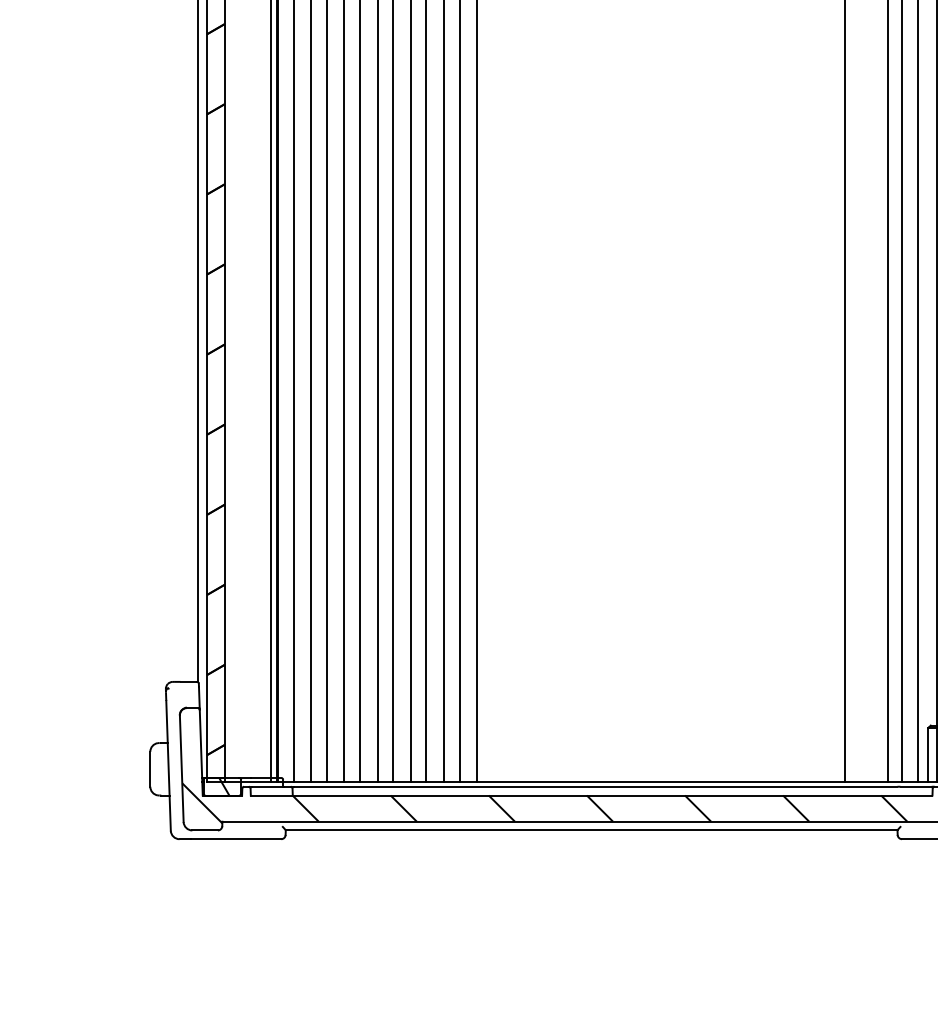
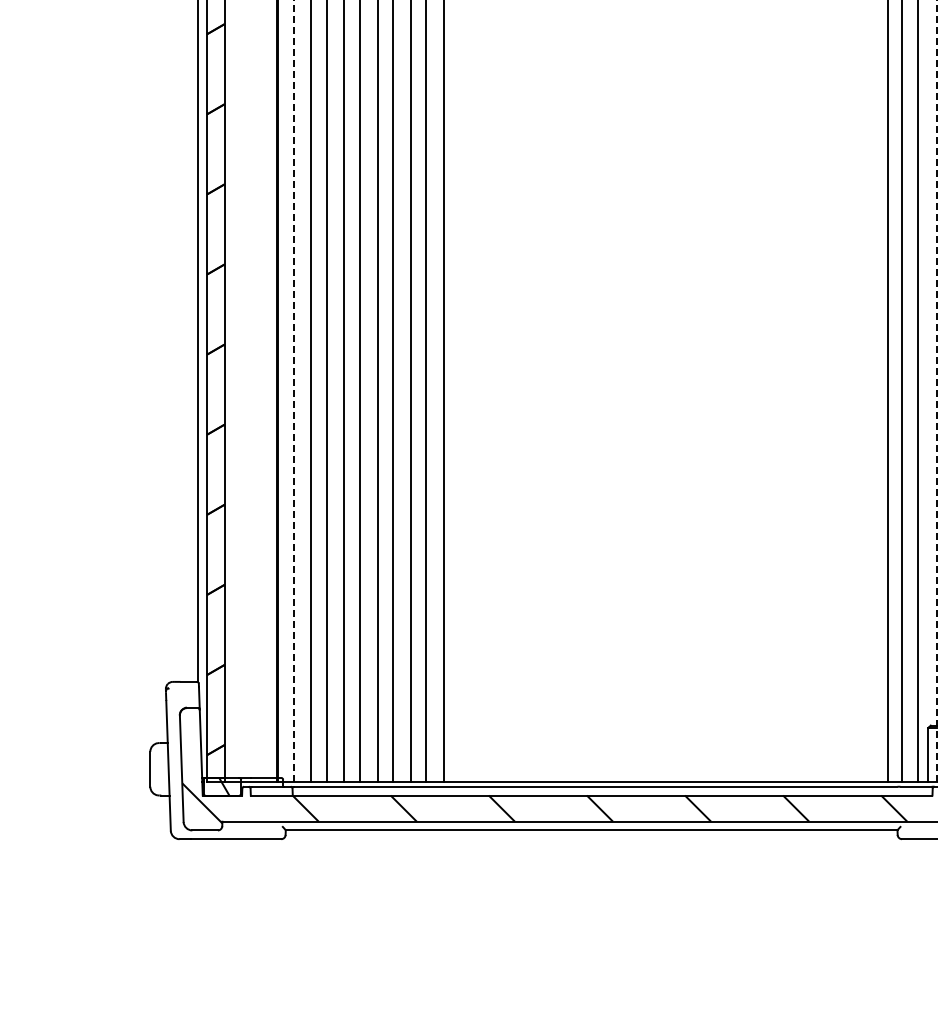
line at (293, 391): solid -> dashed
line at (936, 391): solid -> dashed
line at (270, 392): present -> none
line at (459, 392): present -> none
line at (477, 392): present -> none
line at (844, 392): present -> none
